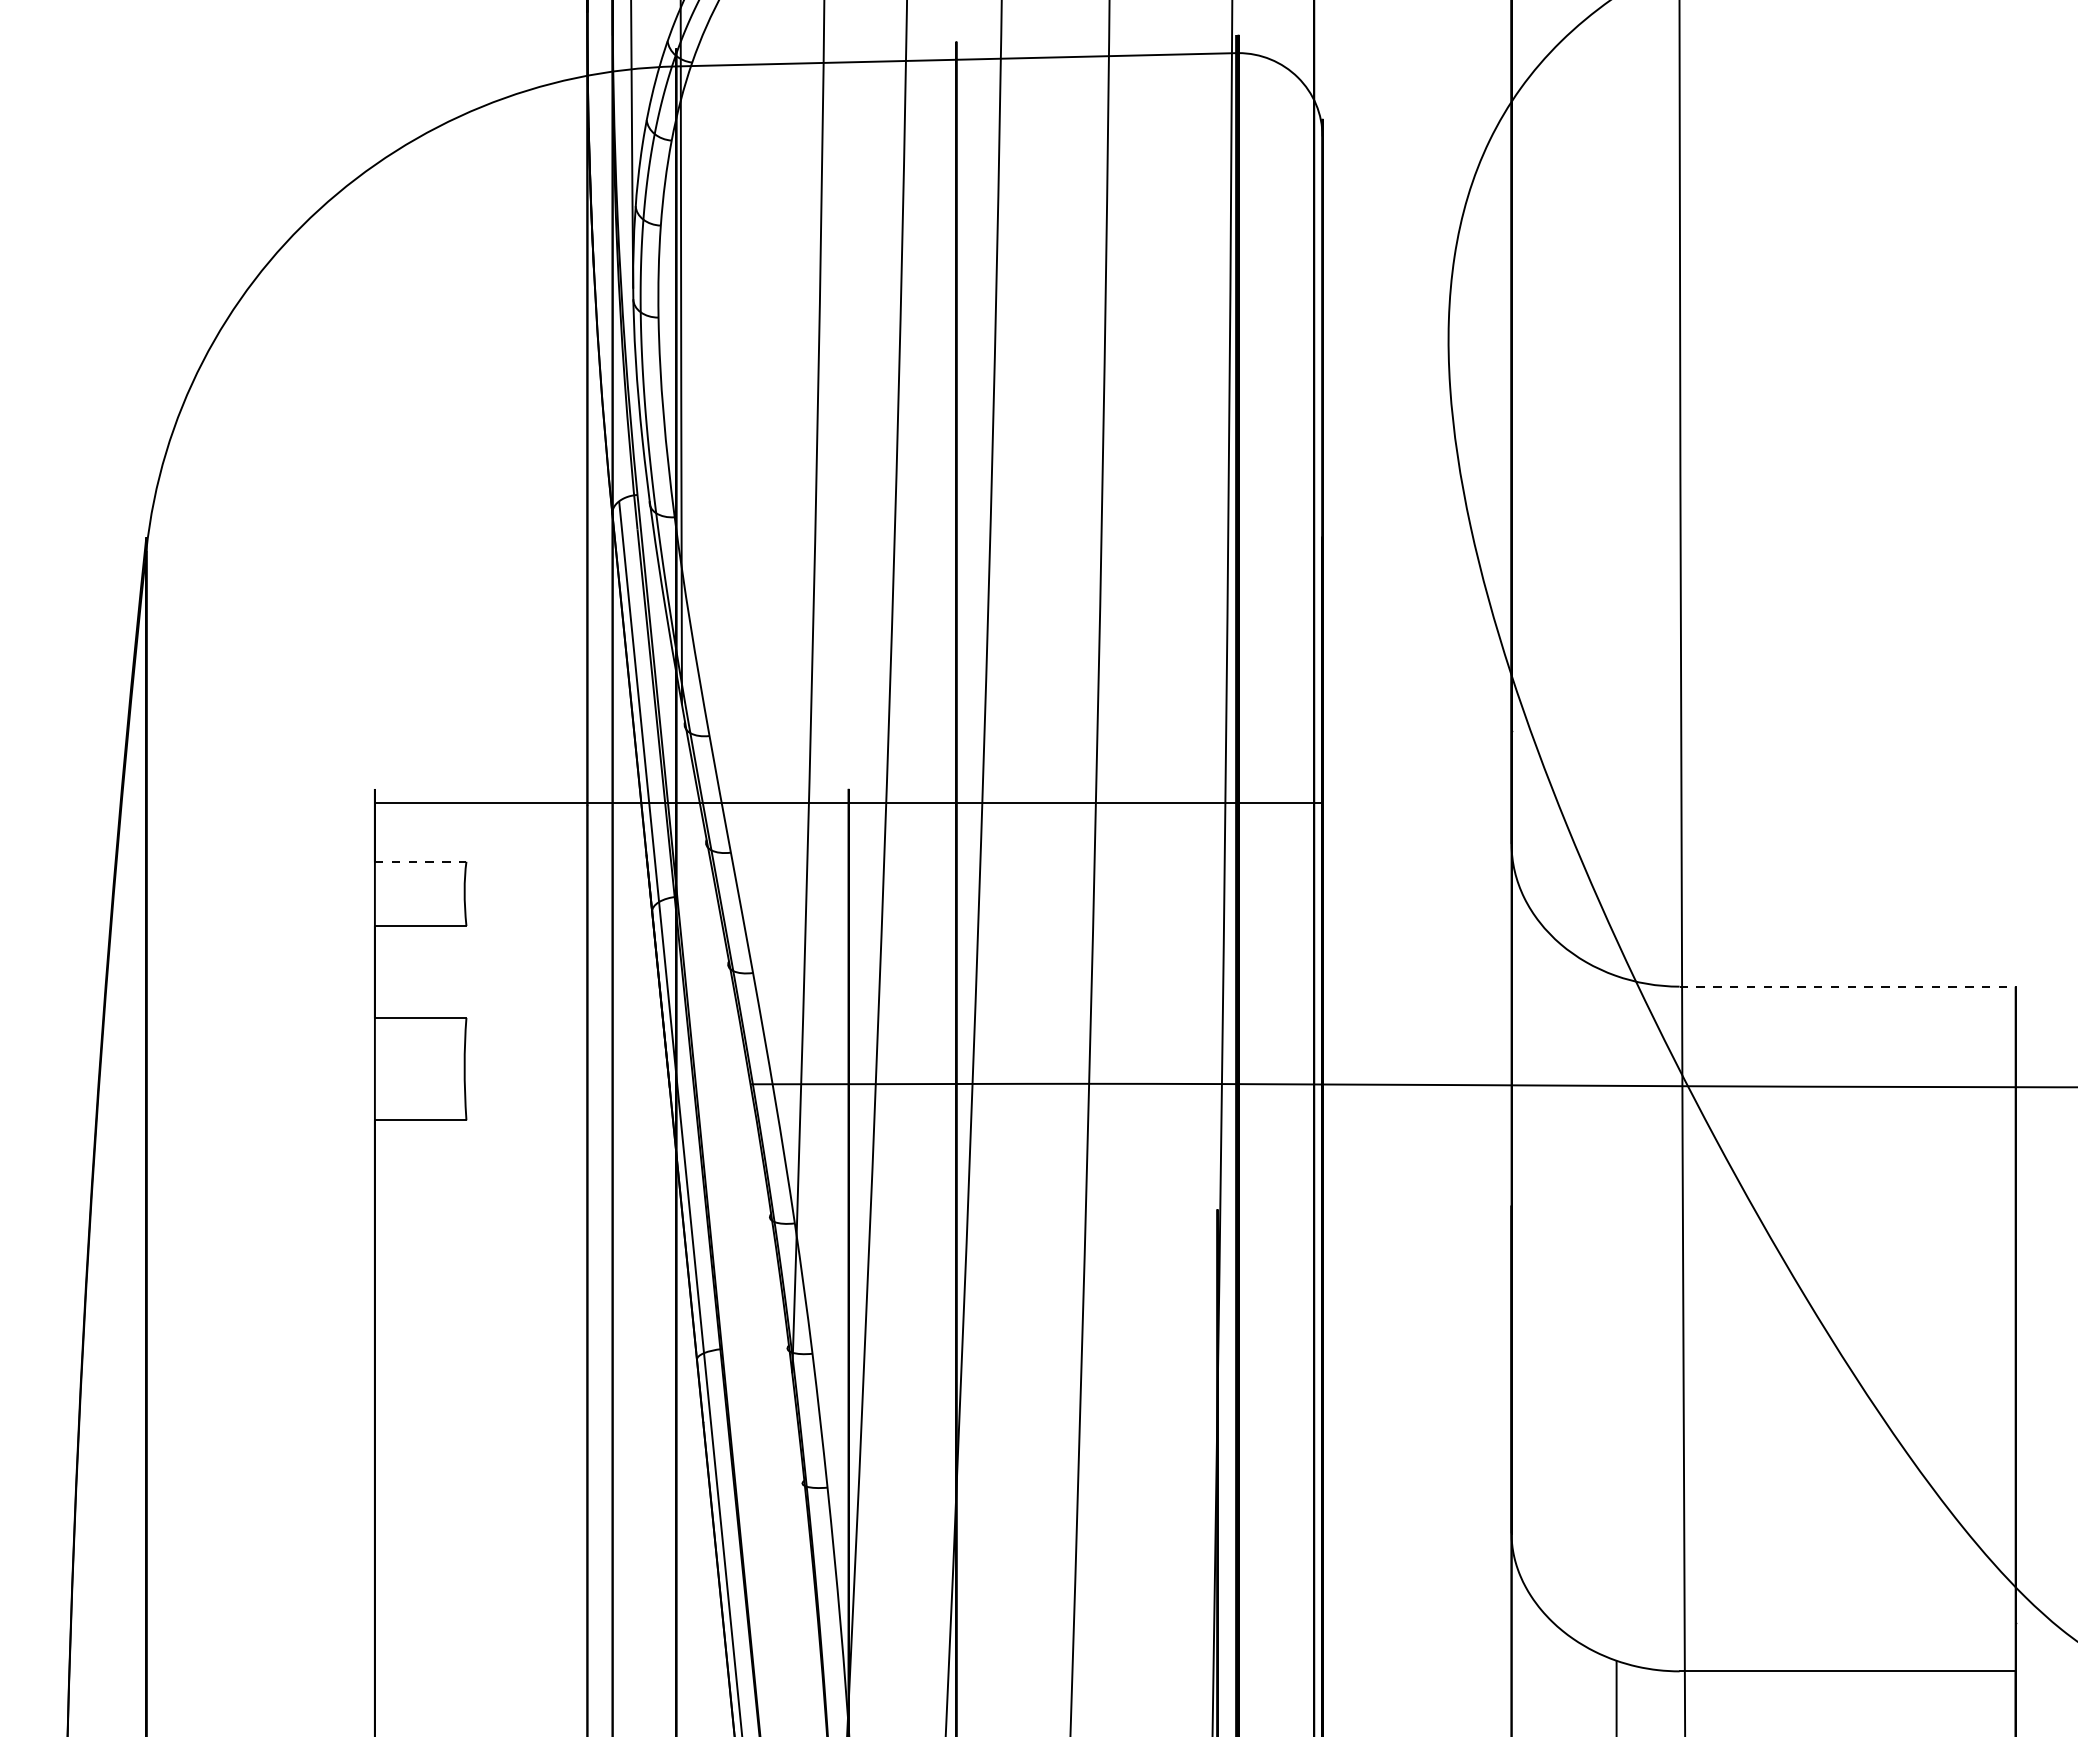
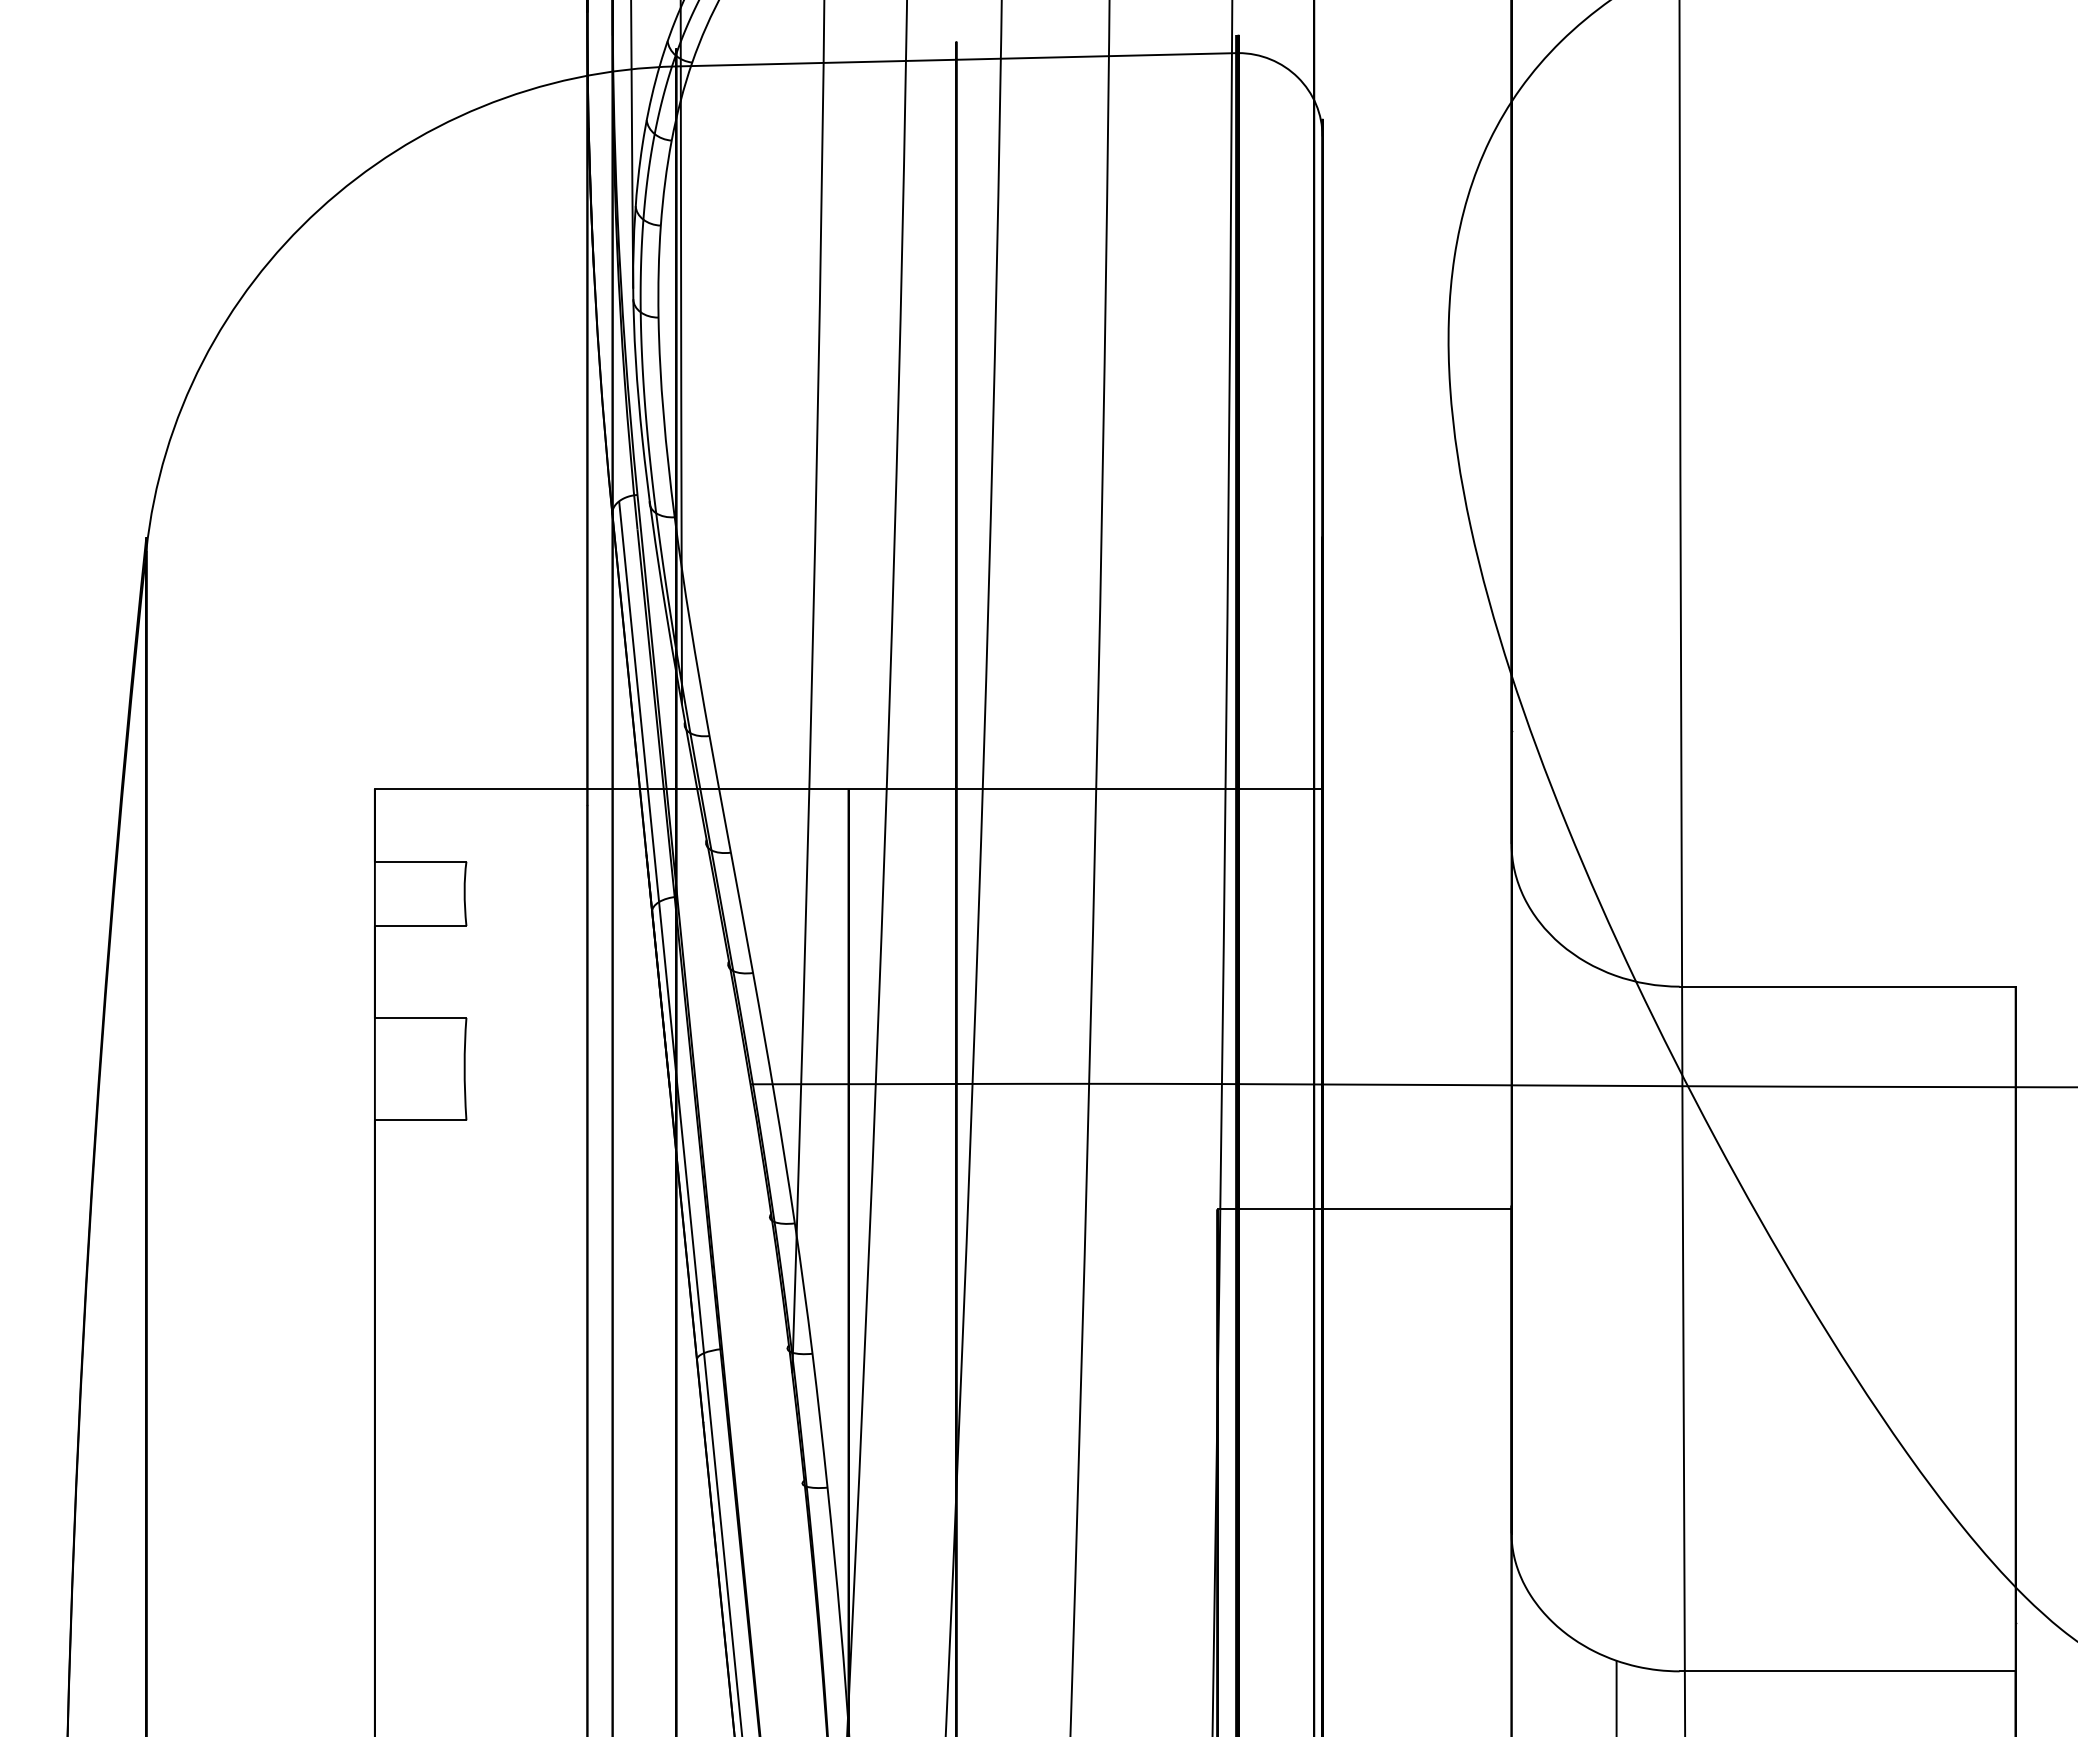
line at (848, 803) position: (848, 803) -> (848, 789)
line at (420, 861): dashed -> solid
line at (1848, 986): dashed -> solid
line at (1364, 1209): none -> present
